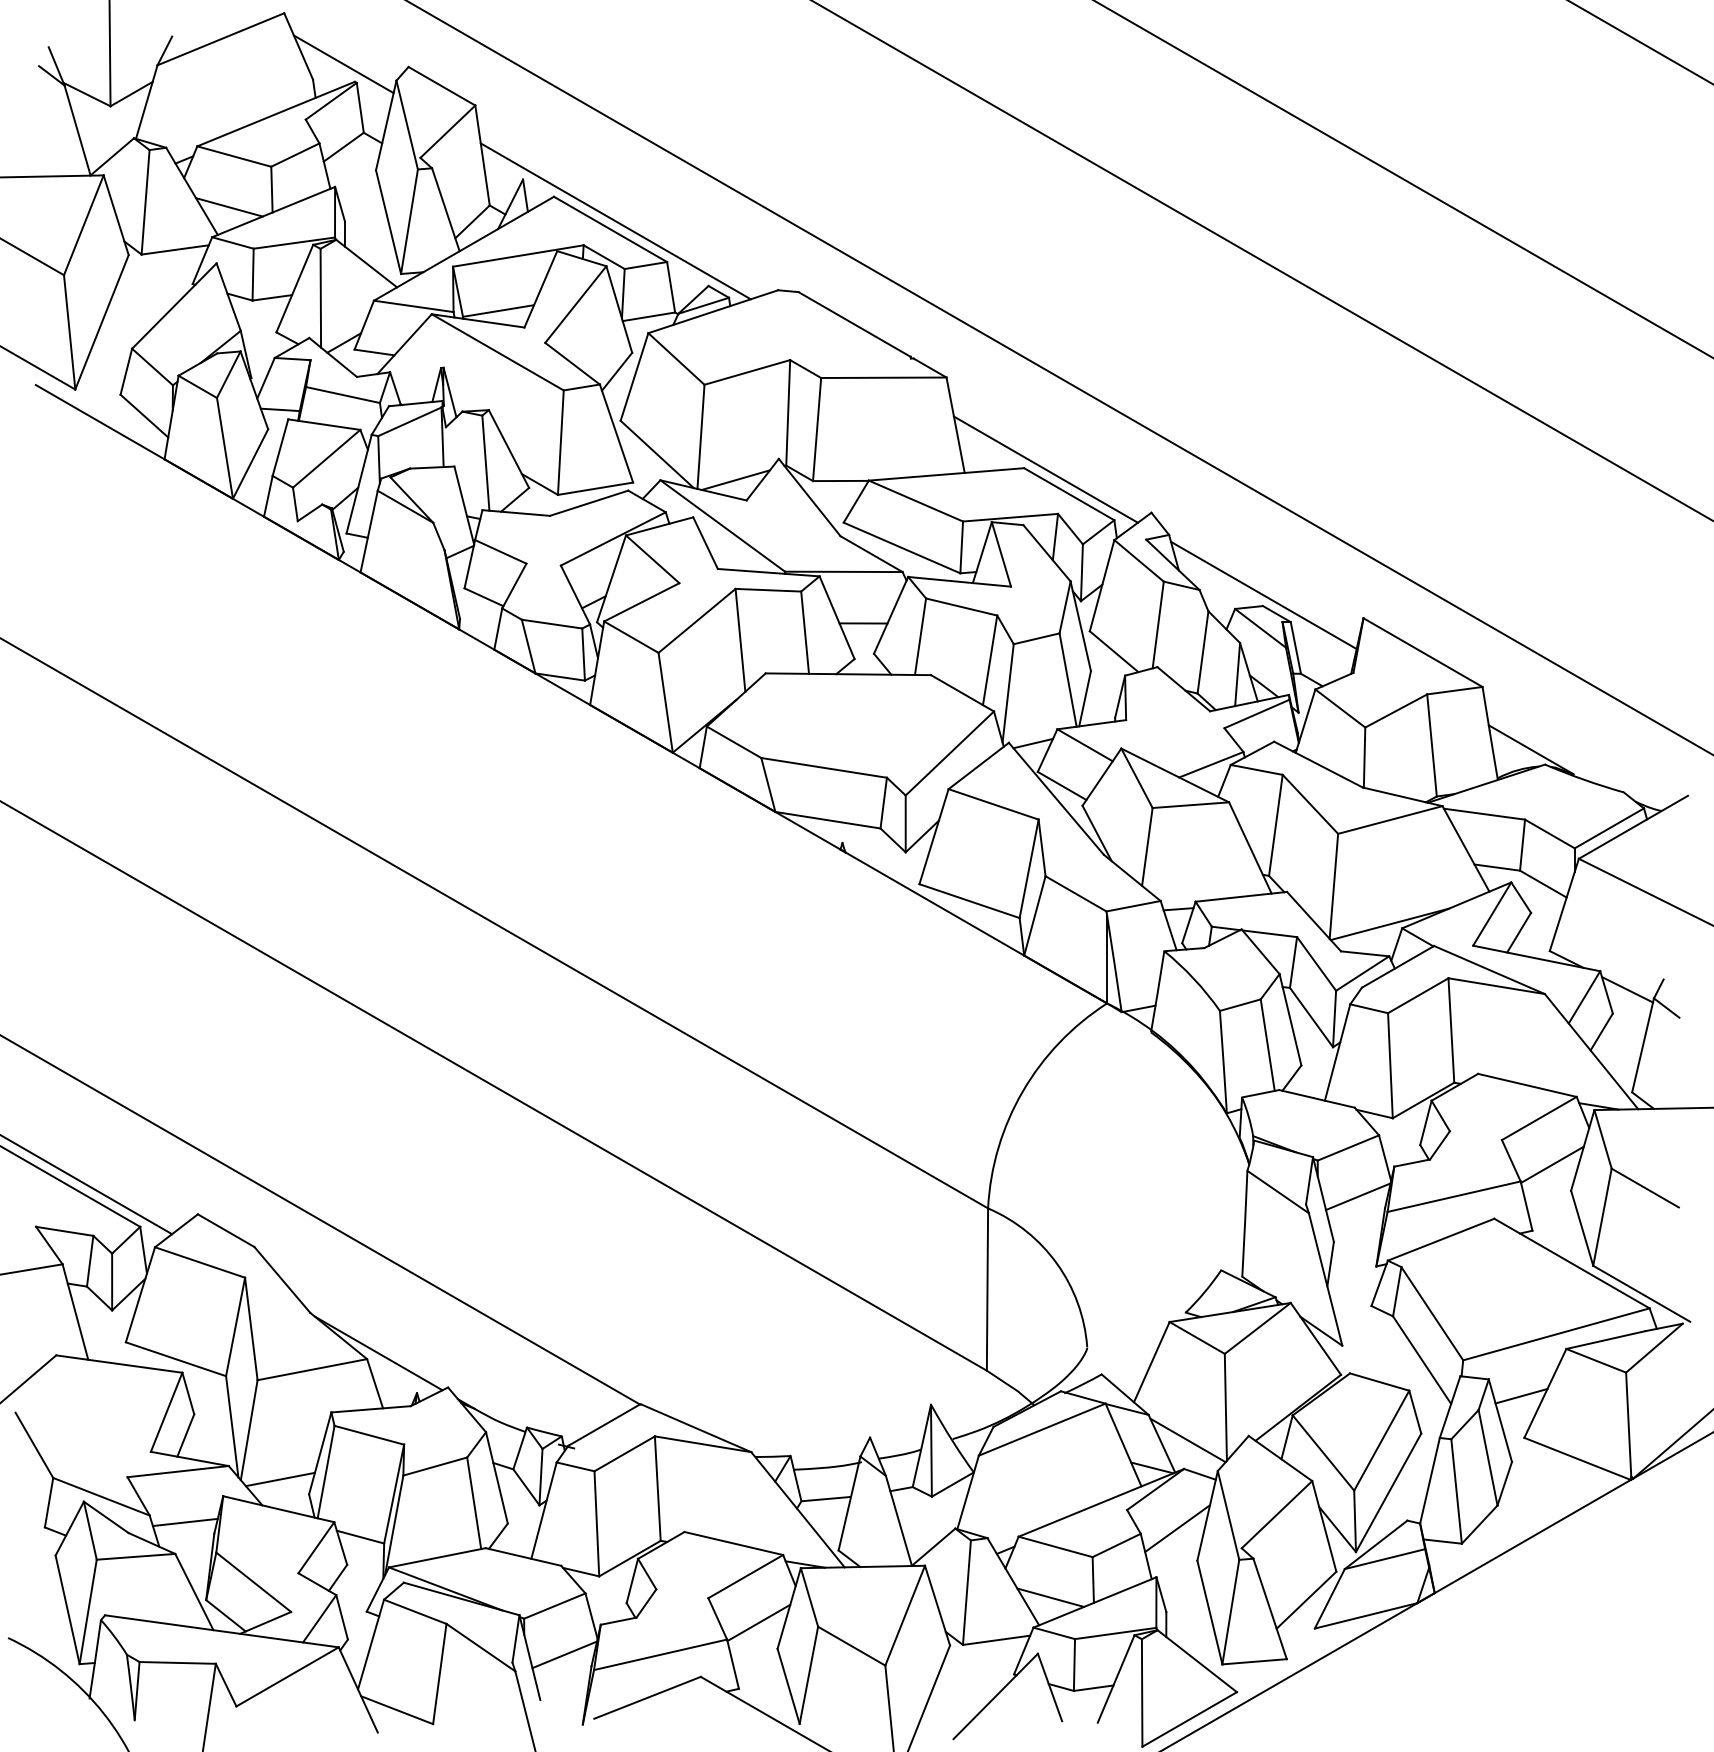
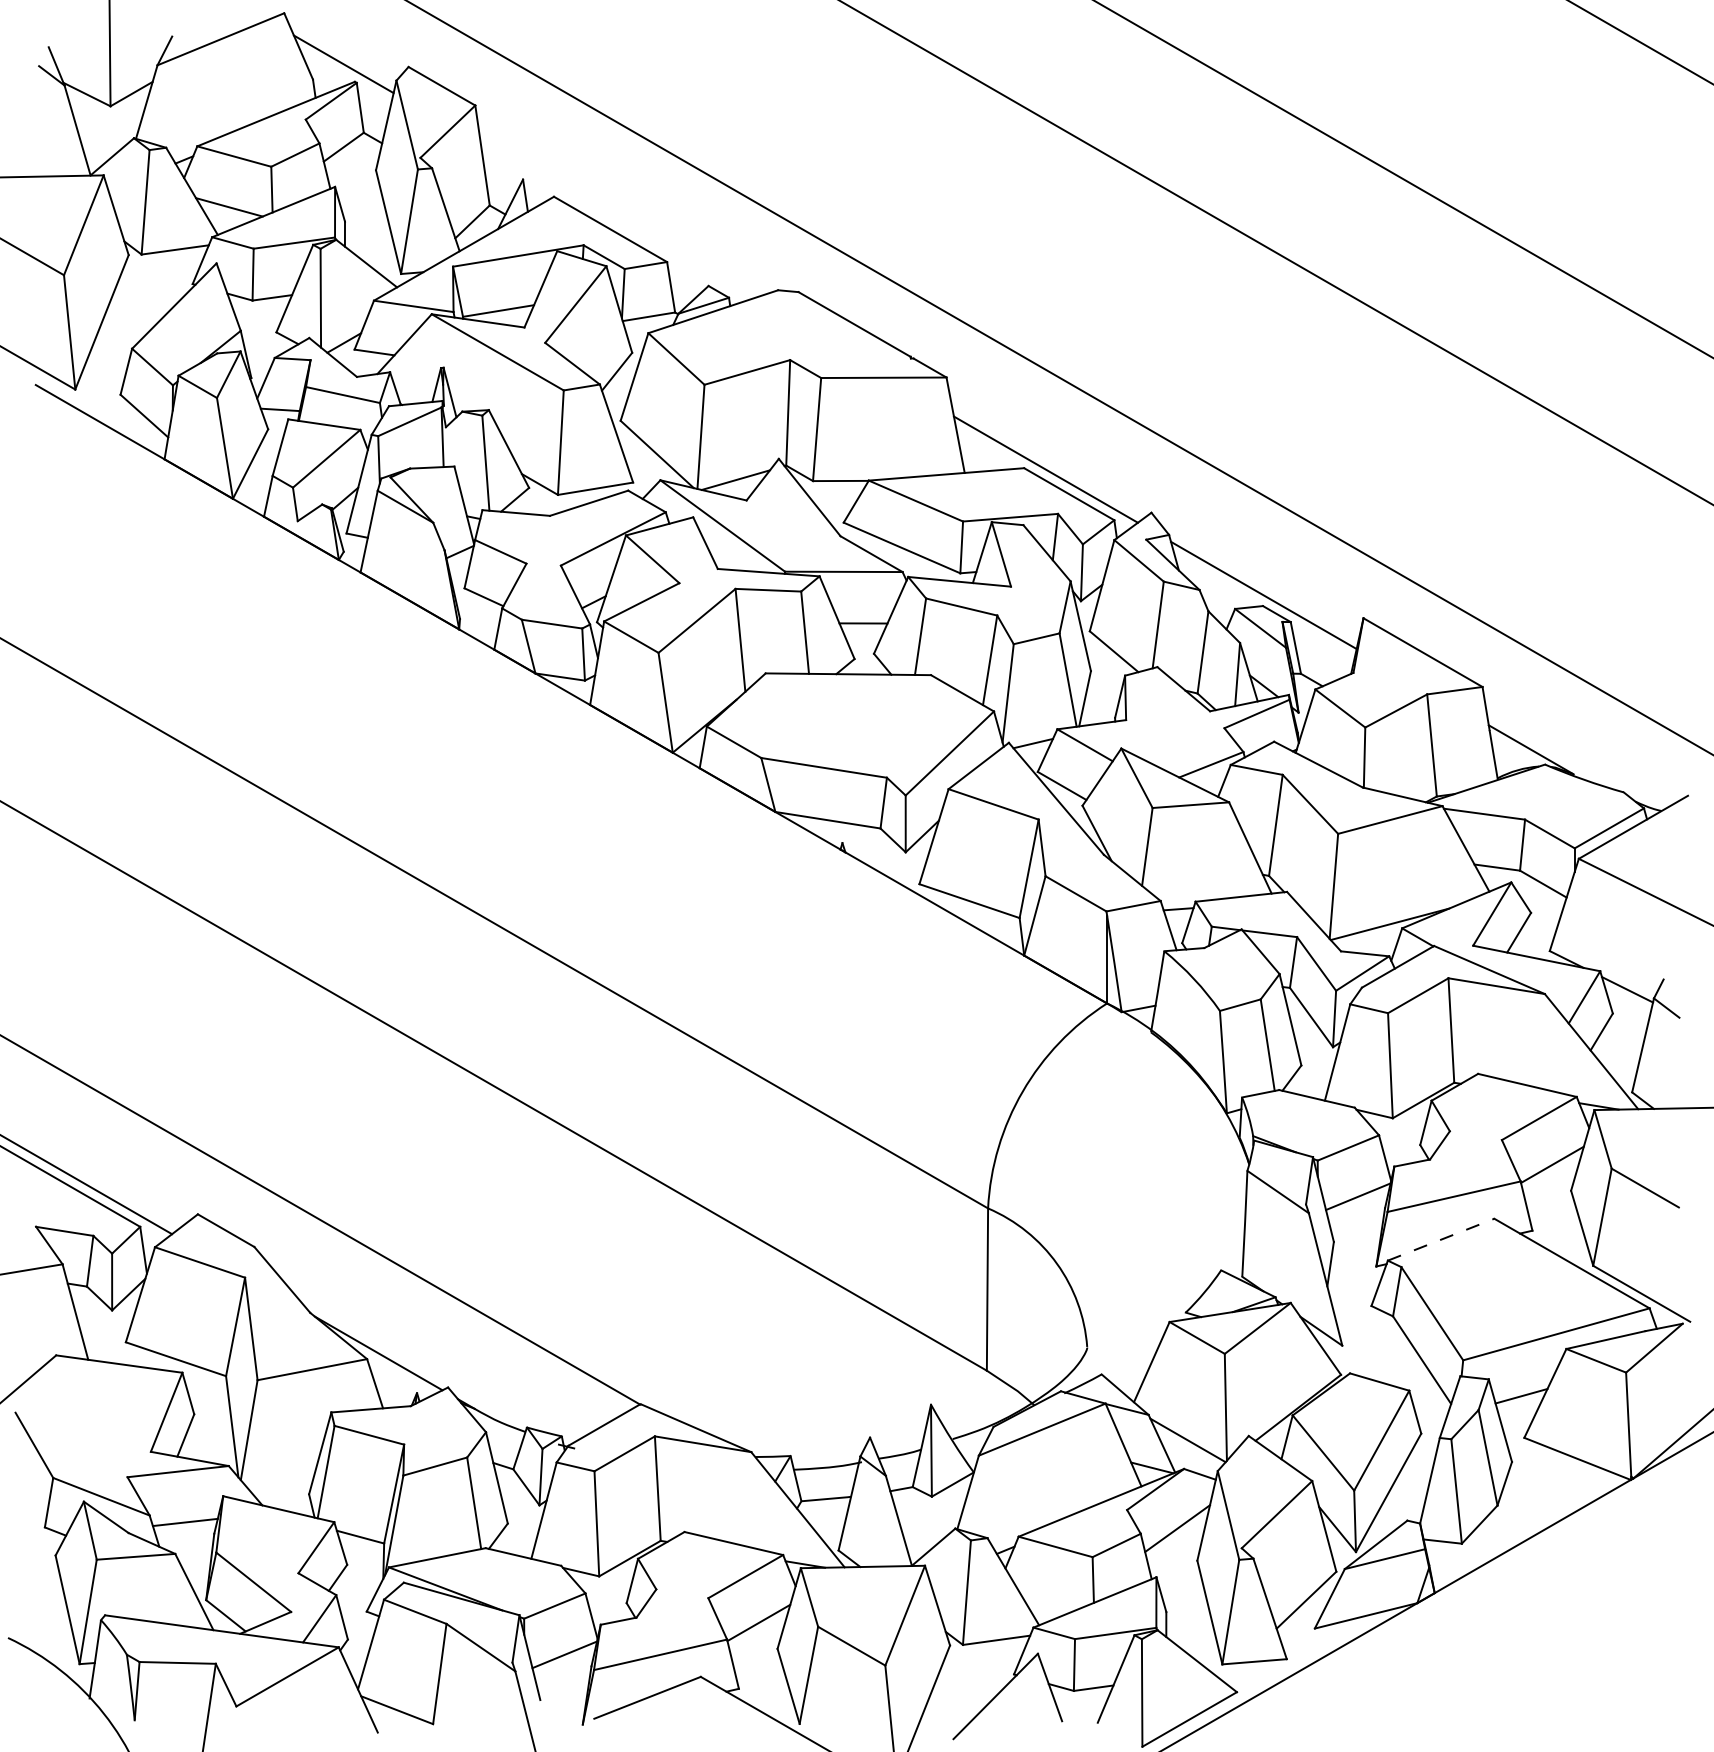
line at (615, 221): present -> none
line at (1262, 260) position: (1262, 260) -> (1275, 252)
line at (1441, 1239): solid -> dashed
line at (279, 1479): present -> none
line at (1050, 1597): present -> none
